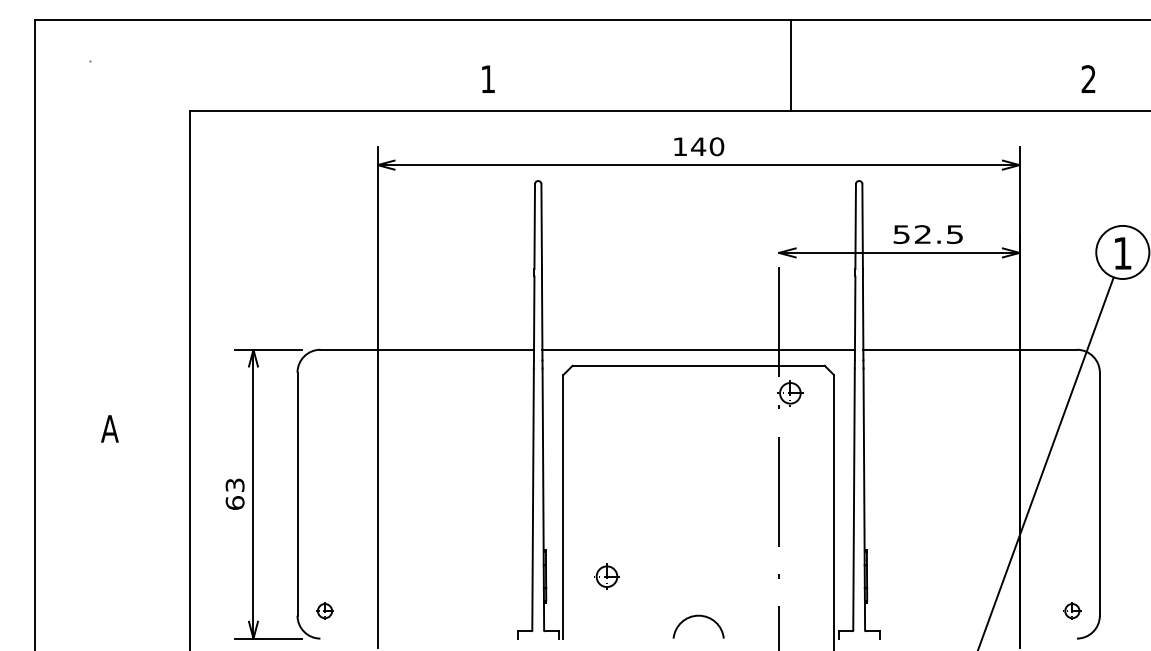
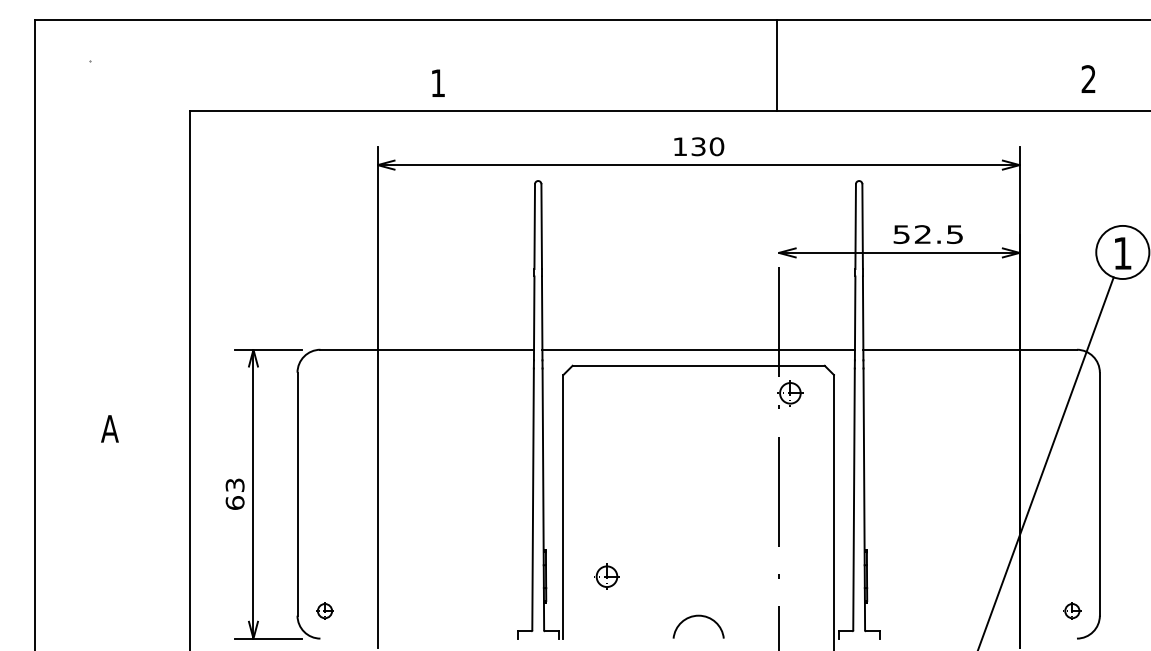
line at (791, 65) position: (791, 65) -> (777, 65)
text at (488, 78) position: (488, 78) -> (438, 82)
text at (698, 146): 140 -> 130
